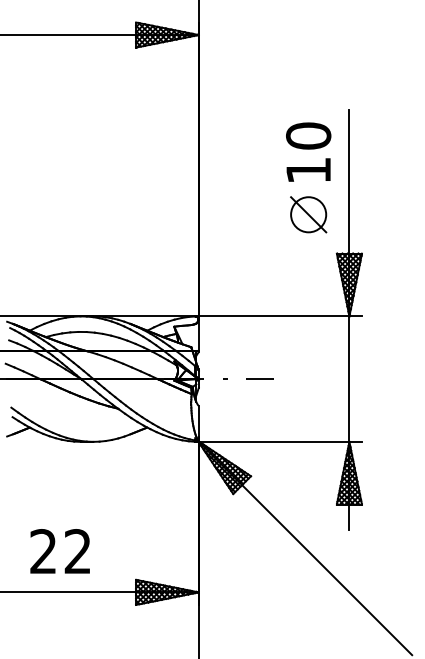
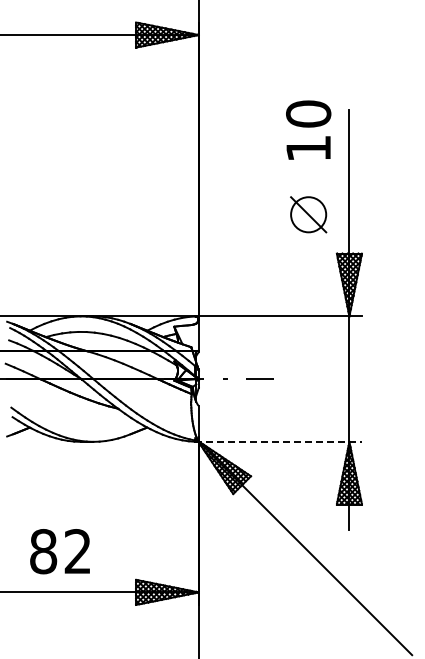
text at (308, 151) position: (308, 151) -> (308, 129)
line at (279, 441): solid -> dashed
text at (43, 551): 22 -> 82
